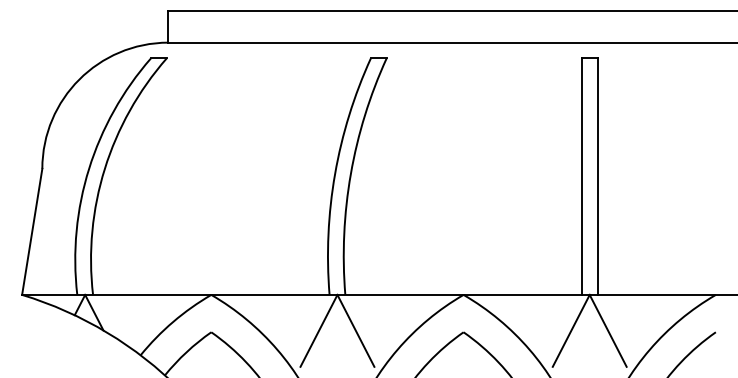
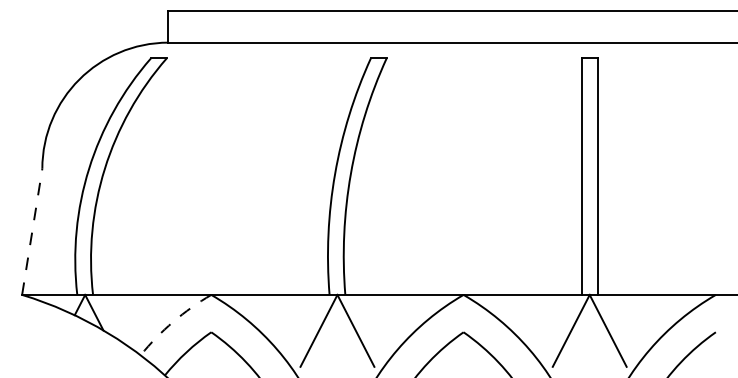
line at (32, 231): solid -> dashed
arc at (173, 321): solid -> dashed
